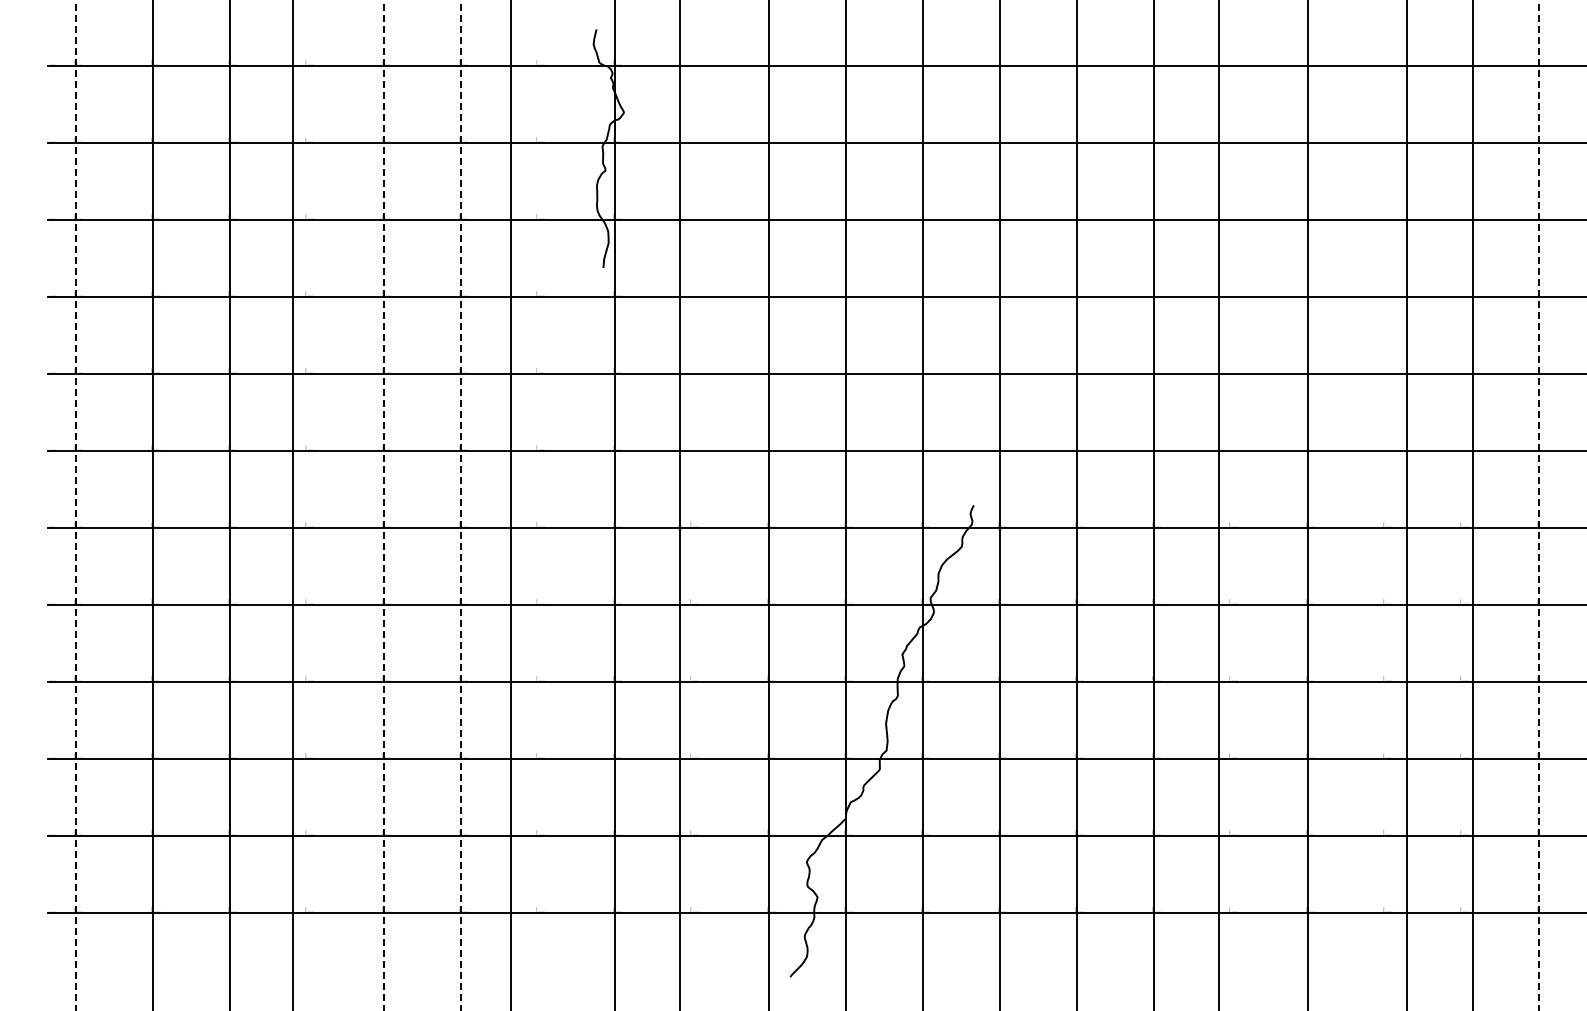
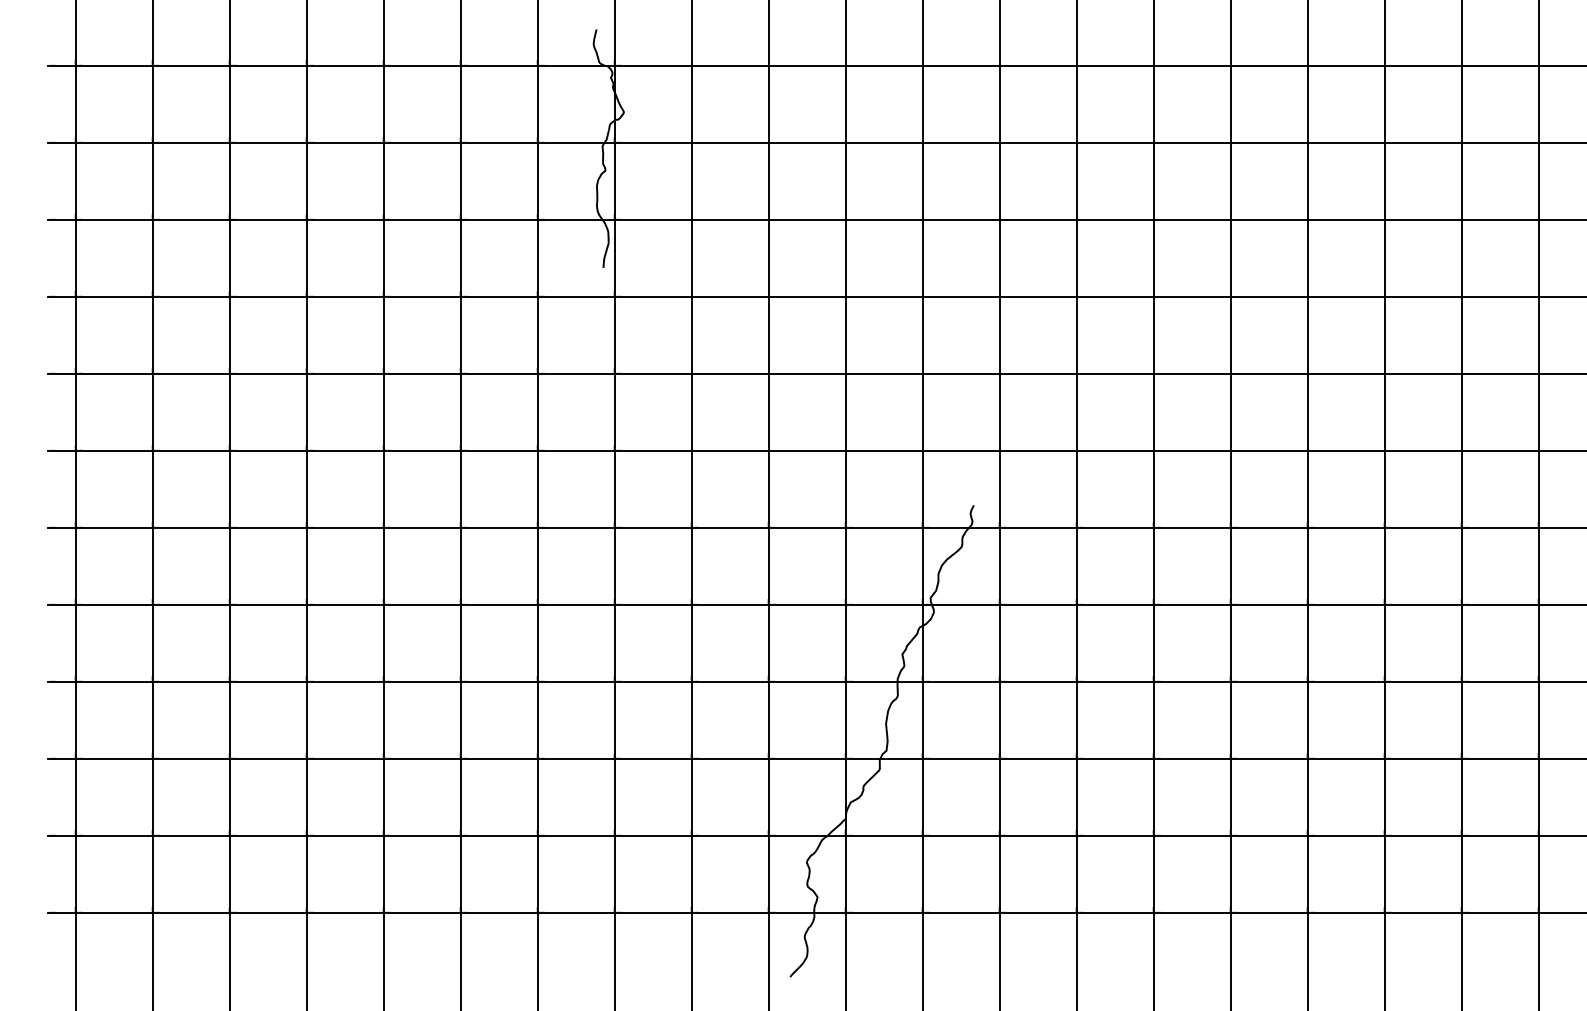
line at (293, 504) position: (293, 504) -> (307, 504)
line at (511, 504) position: (511, 504) -> (538, 504)
line at (680, 504) position: (680, 504) -> (692, 504)
line at (1218, 504) position: (1218, 504) -> (1230, 504)
line at (1406, 504) position: (1406, 504) -> (1384, 504)
line at (1472, 504) position: (1472, 504) -> (1461, 504)
line at (76, 505): dashed -> solid
line at (384, 505): dashed -> solid
line at (461, 505): dashed -> solid
line at (1538, 505): dashed -> solid
